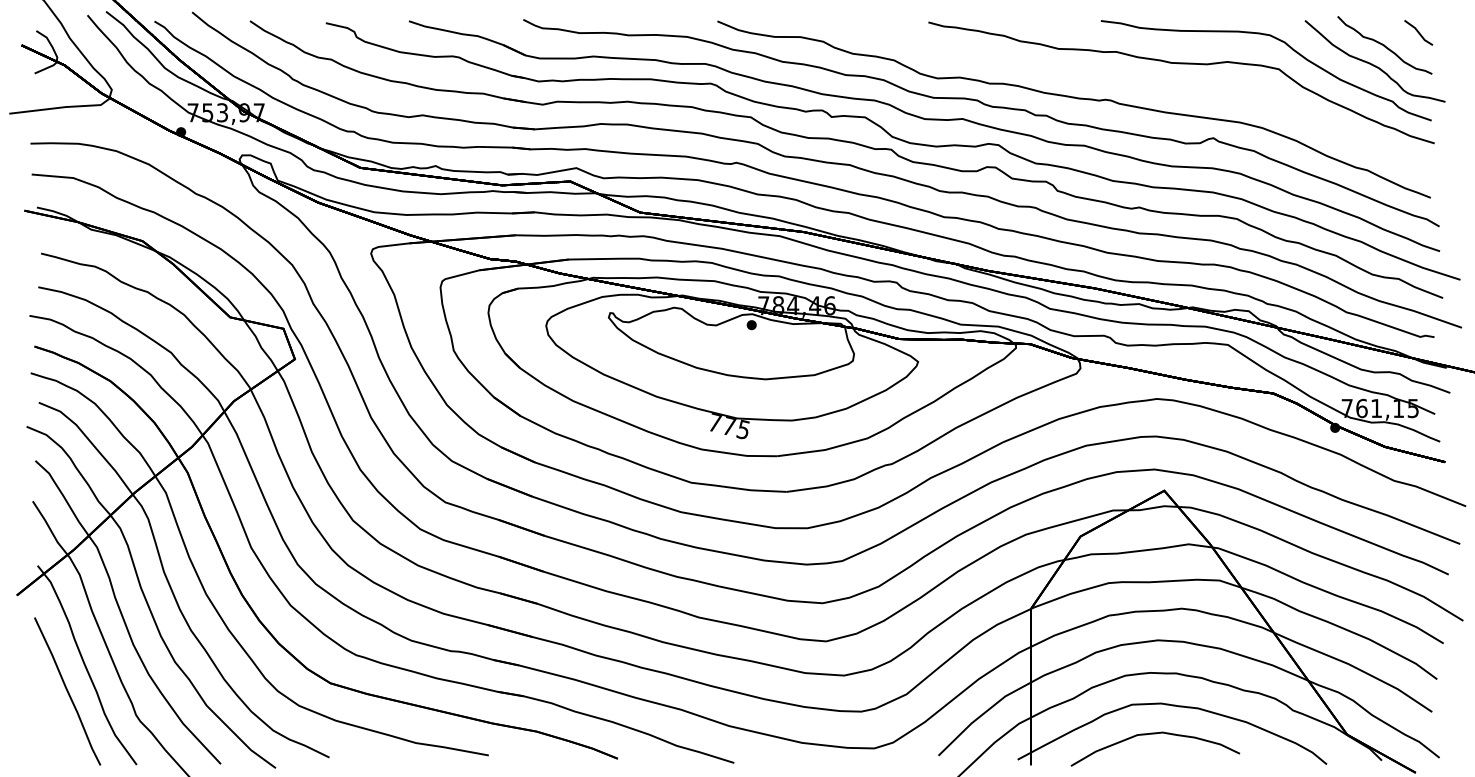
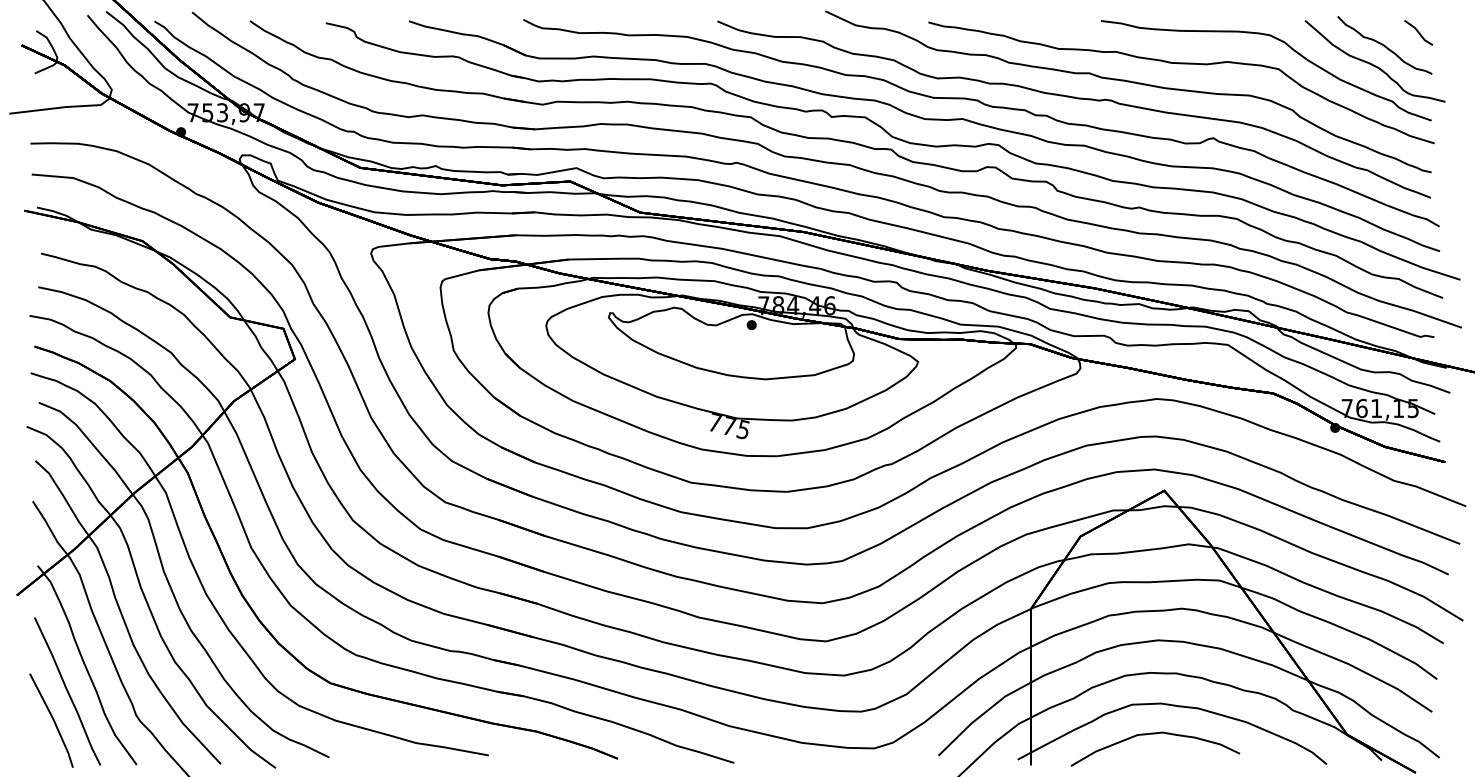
part at (1132, 83): none -> present
part at (51, 720): none -> present
